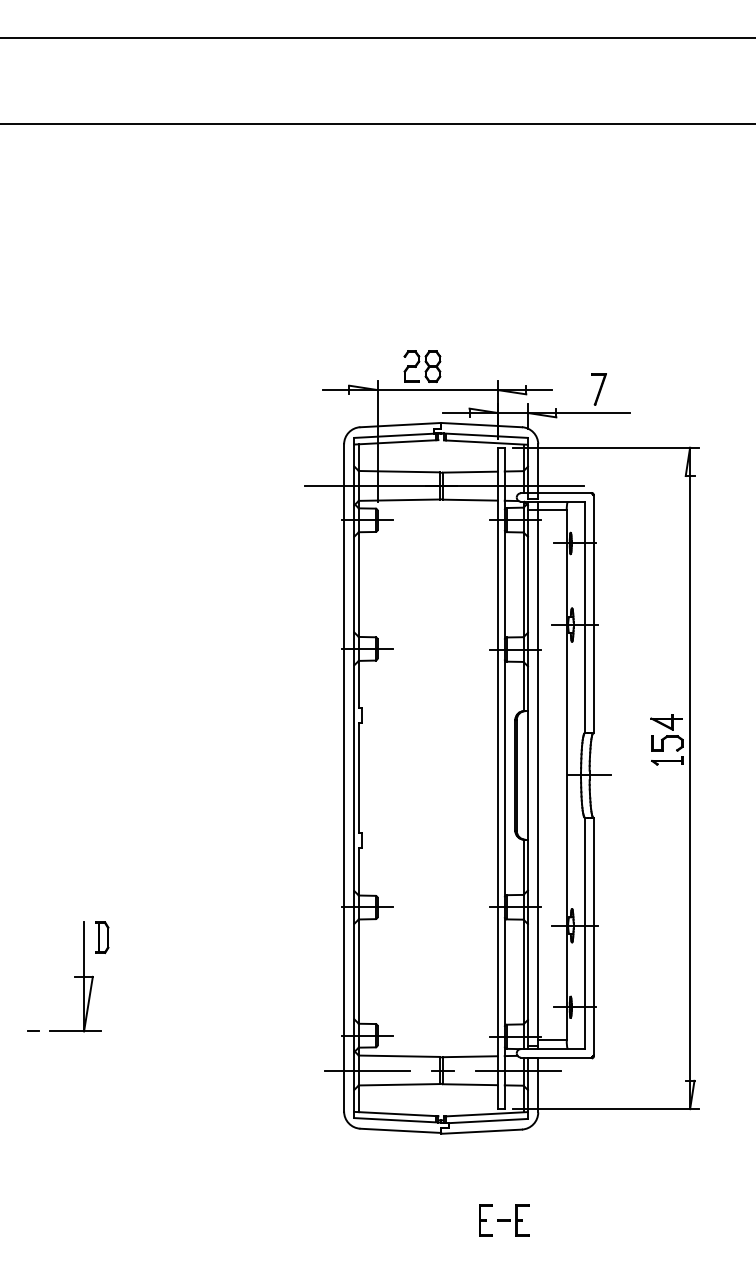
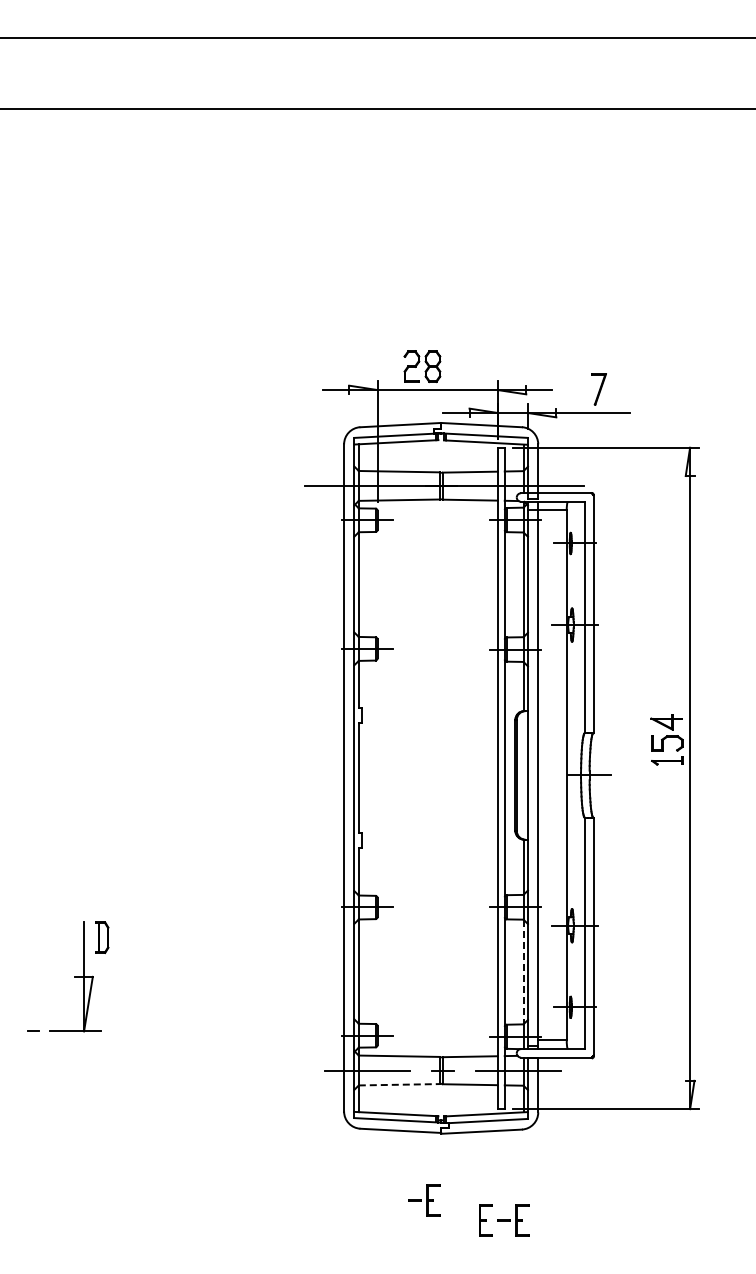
line at (377, 124) position: (377, 124) -> (377, 109)
line at (523, 972): solid -> dashed
line at (399, 1084): solid -> dashed
part at (424, 1200): none -> present
